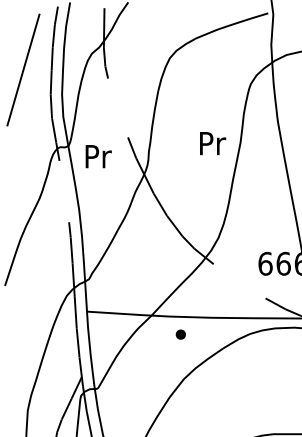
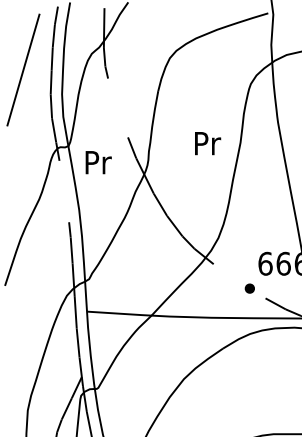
text at (213, 143) position: (213, 143) -> (208, 143)
text at (98, 156) position: (98, 156) -> (98, 162)
part at (180, 334) position: (180, 334) -> (249, 288)
